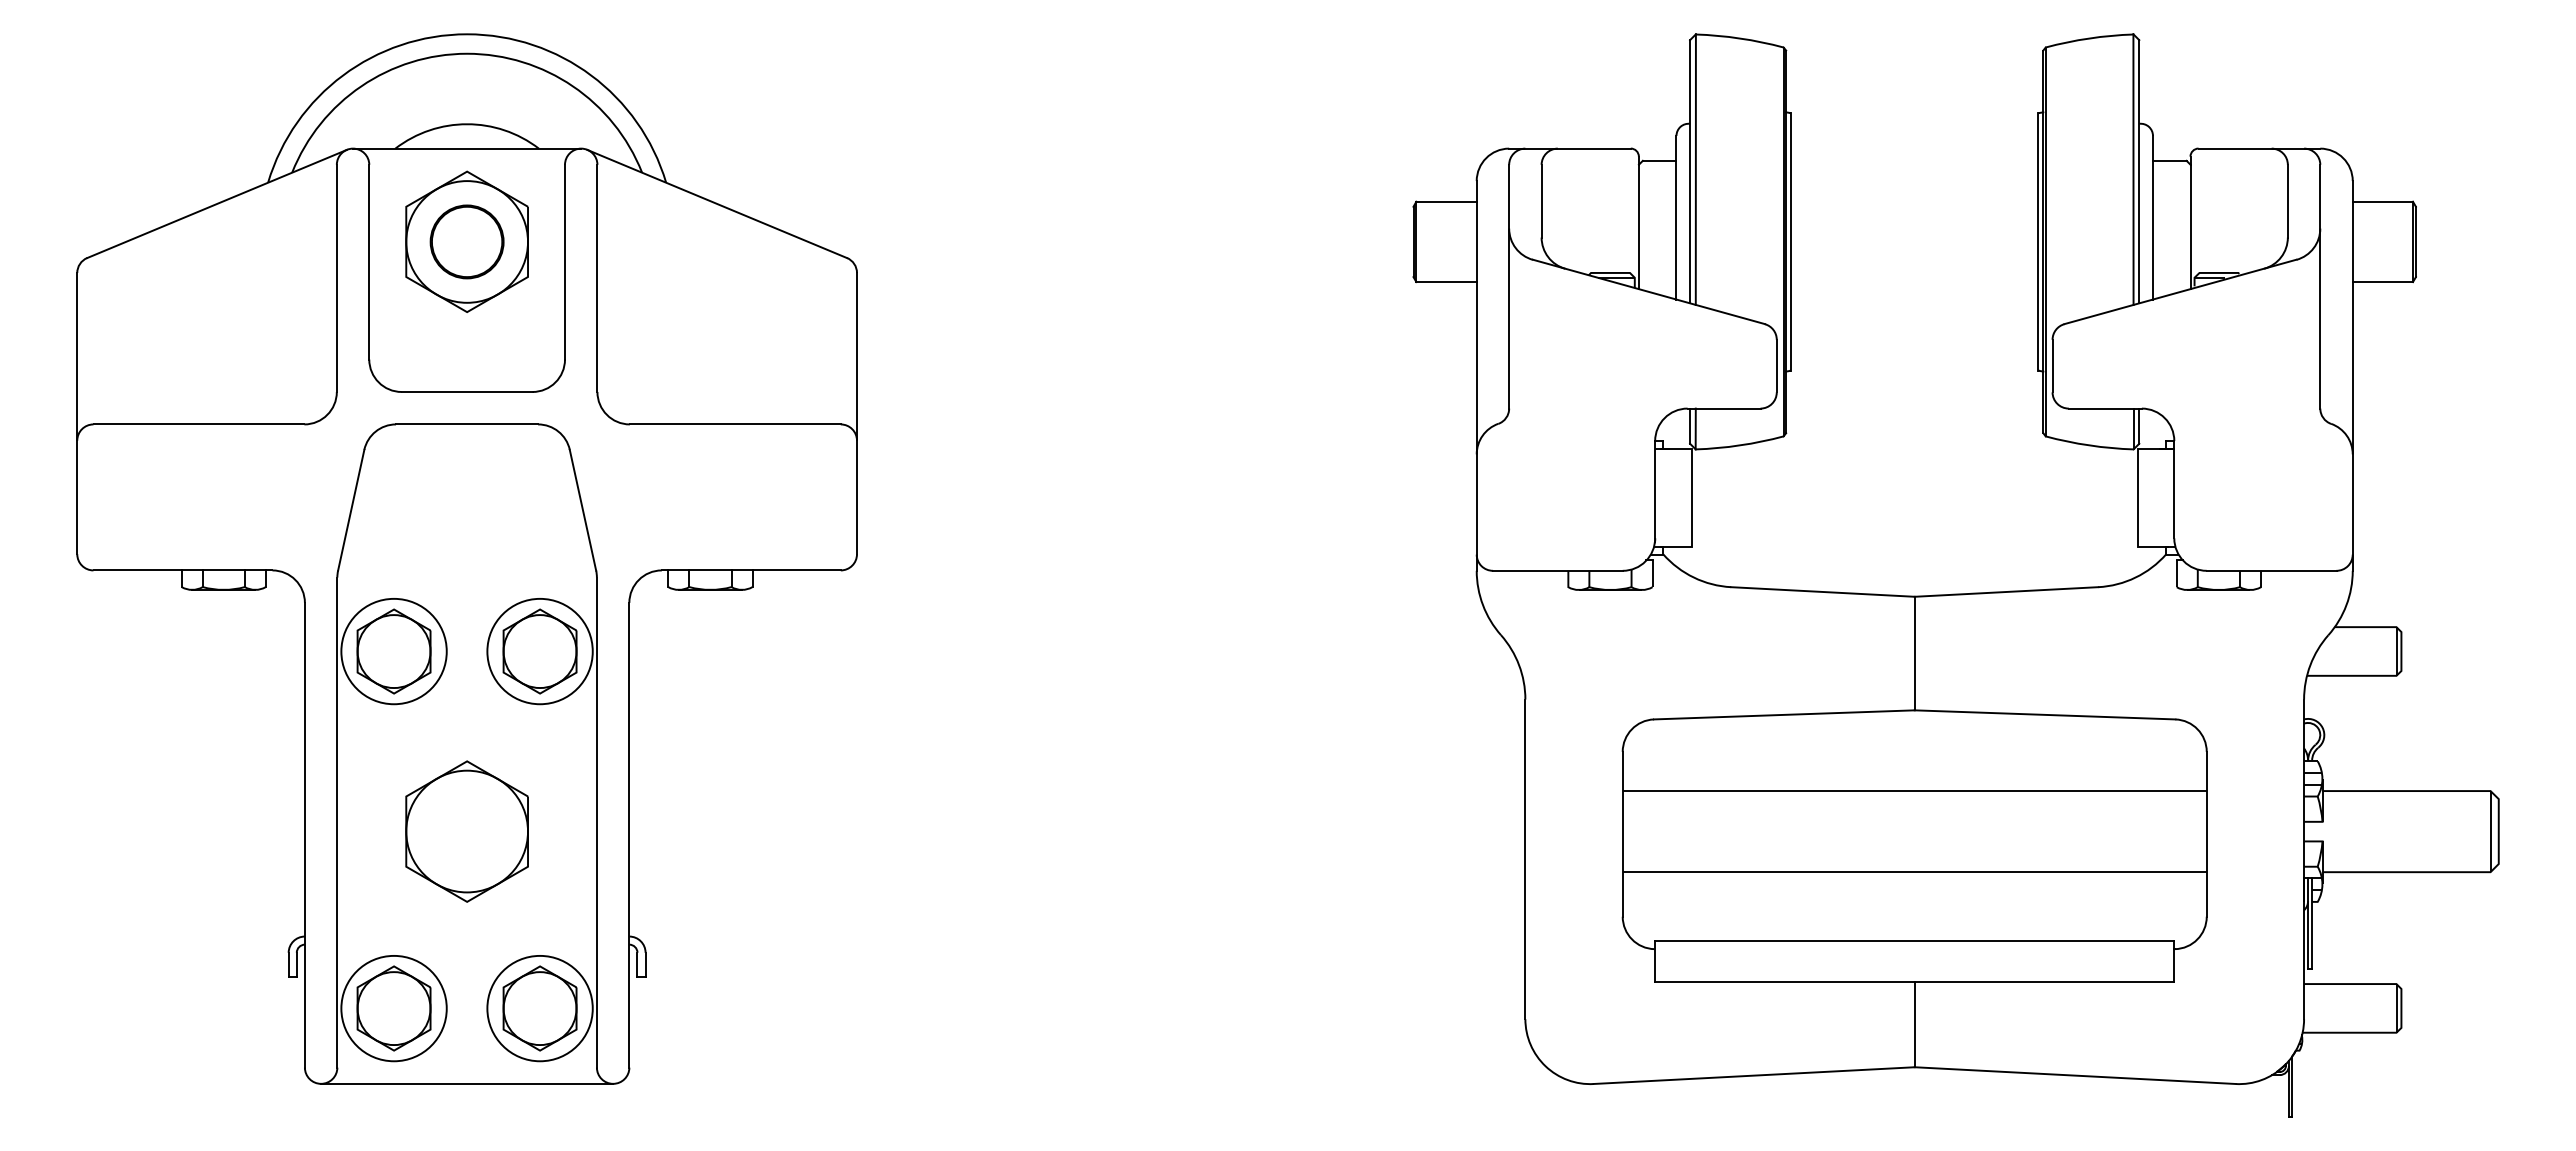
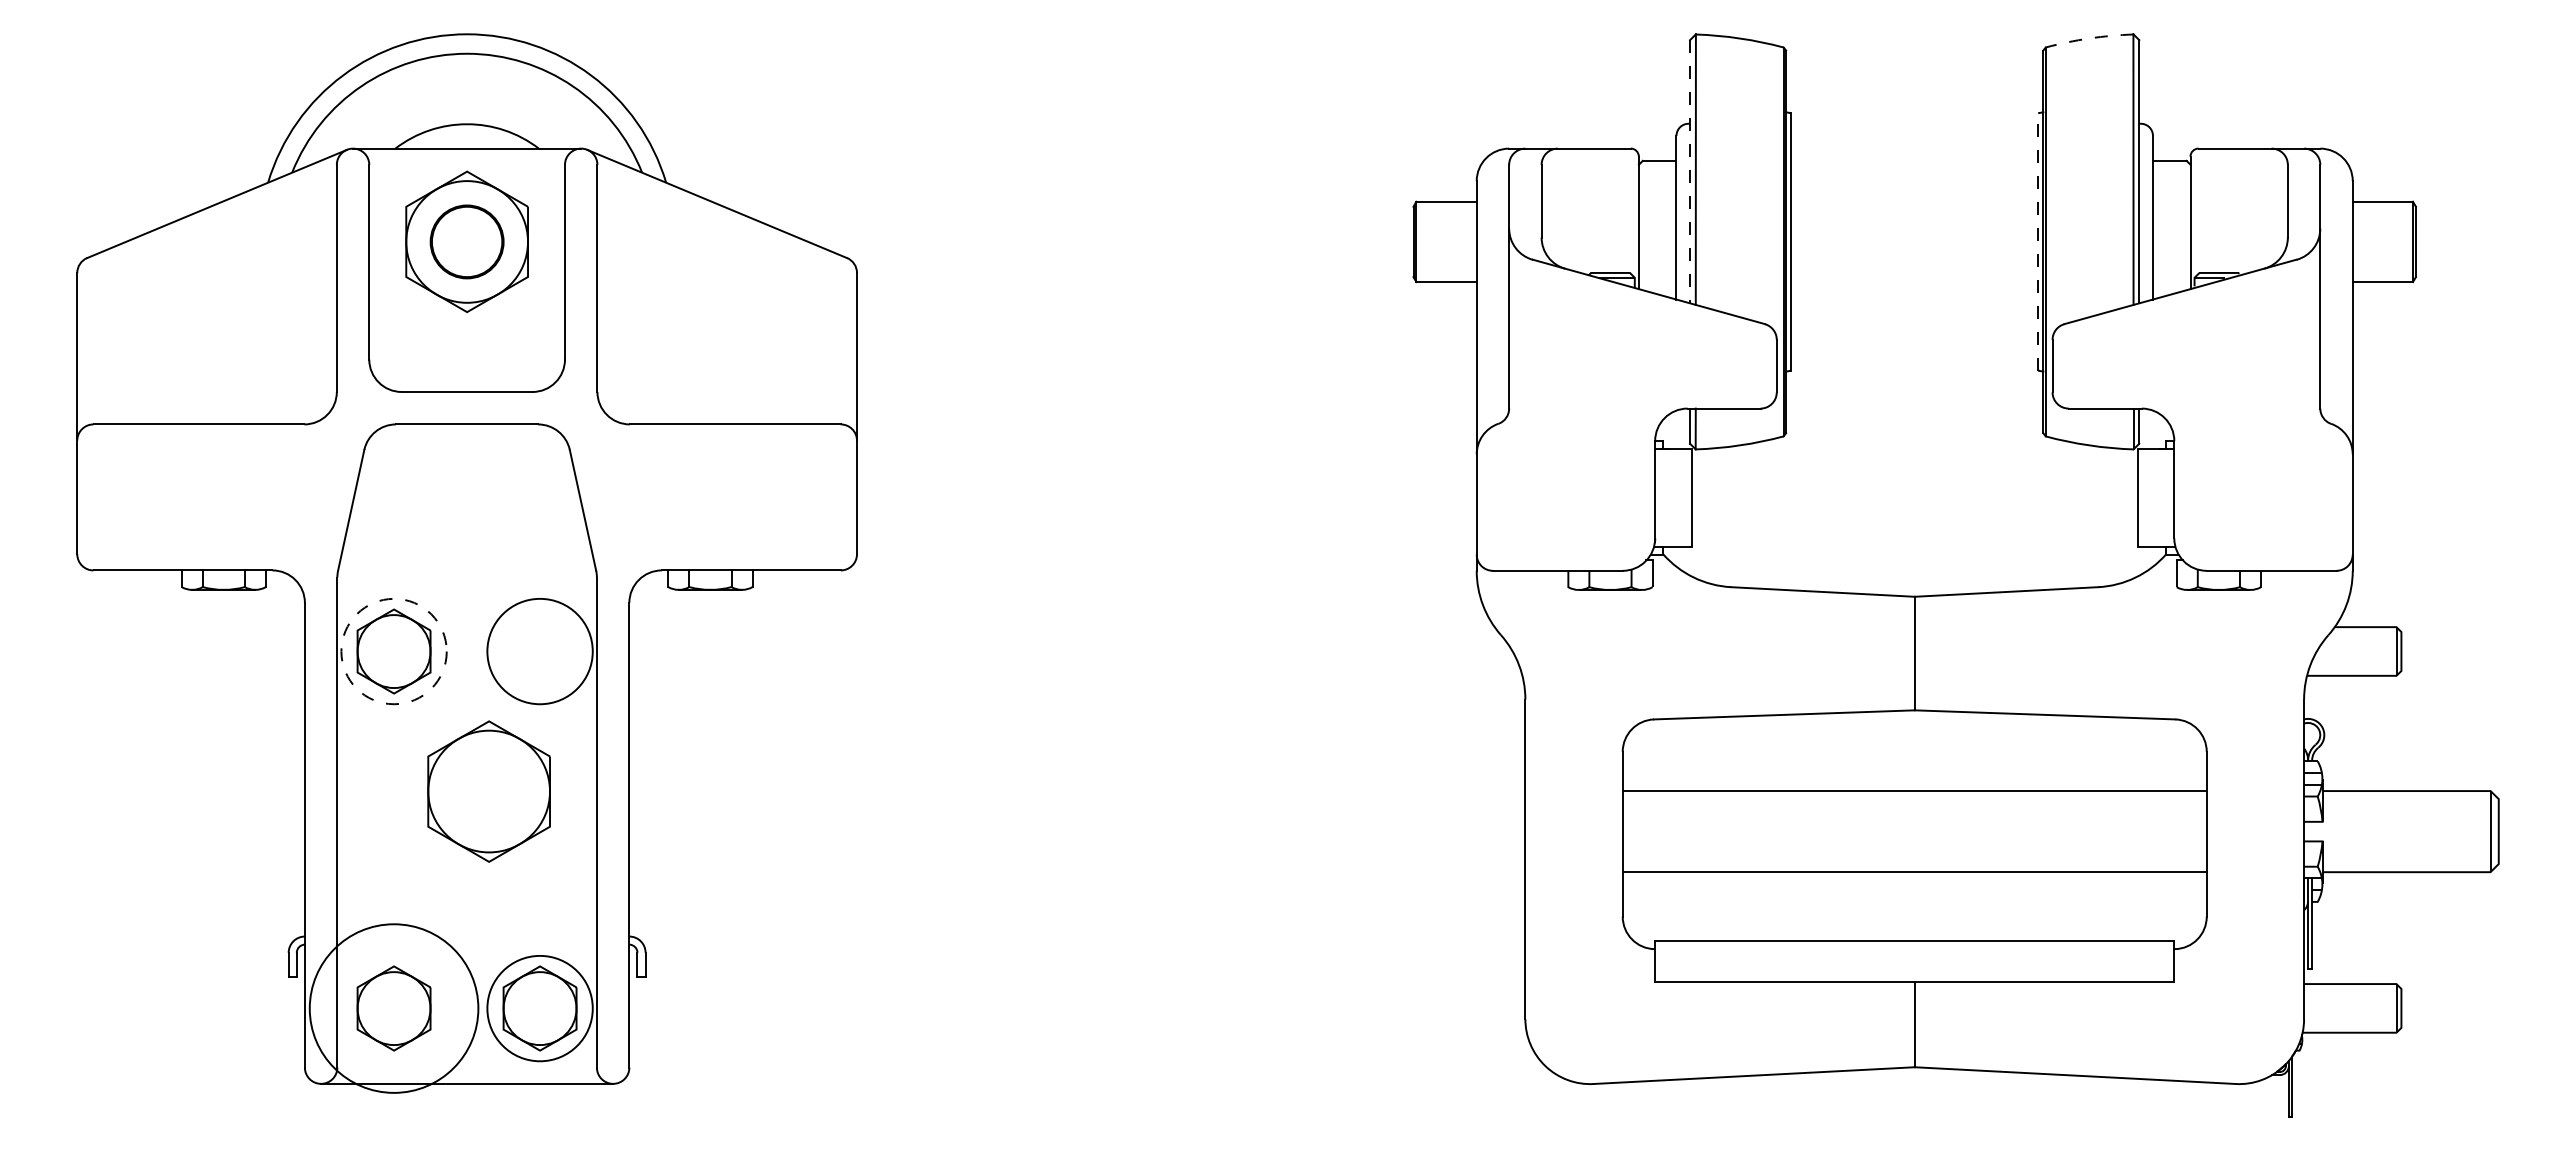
arc at (2089, 38): solid -> dashed
line at (1690, 171): solid -> dashed
line at (2038, 241): solid -> dashed
circle at (393, 651): solid -> dashed
part at (539, 651): present -> none
part at (466, 831) position: (466, 831) -> (488, 791)
circle at (393, 1008) diameter: 105 px -> 169 px
